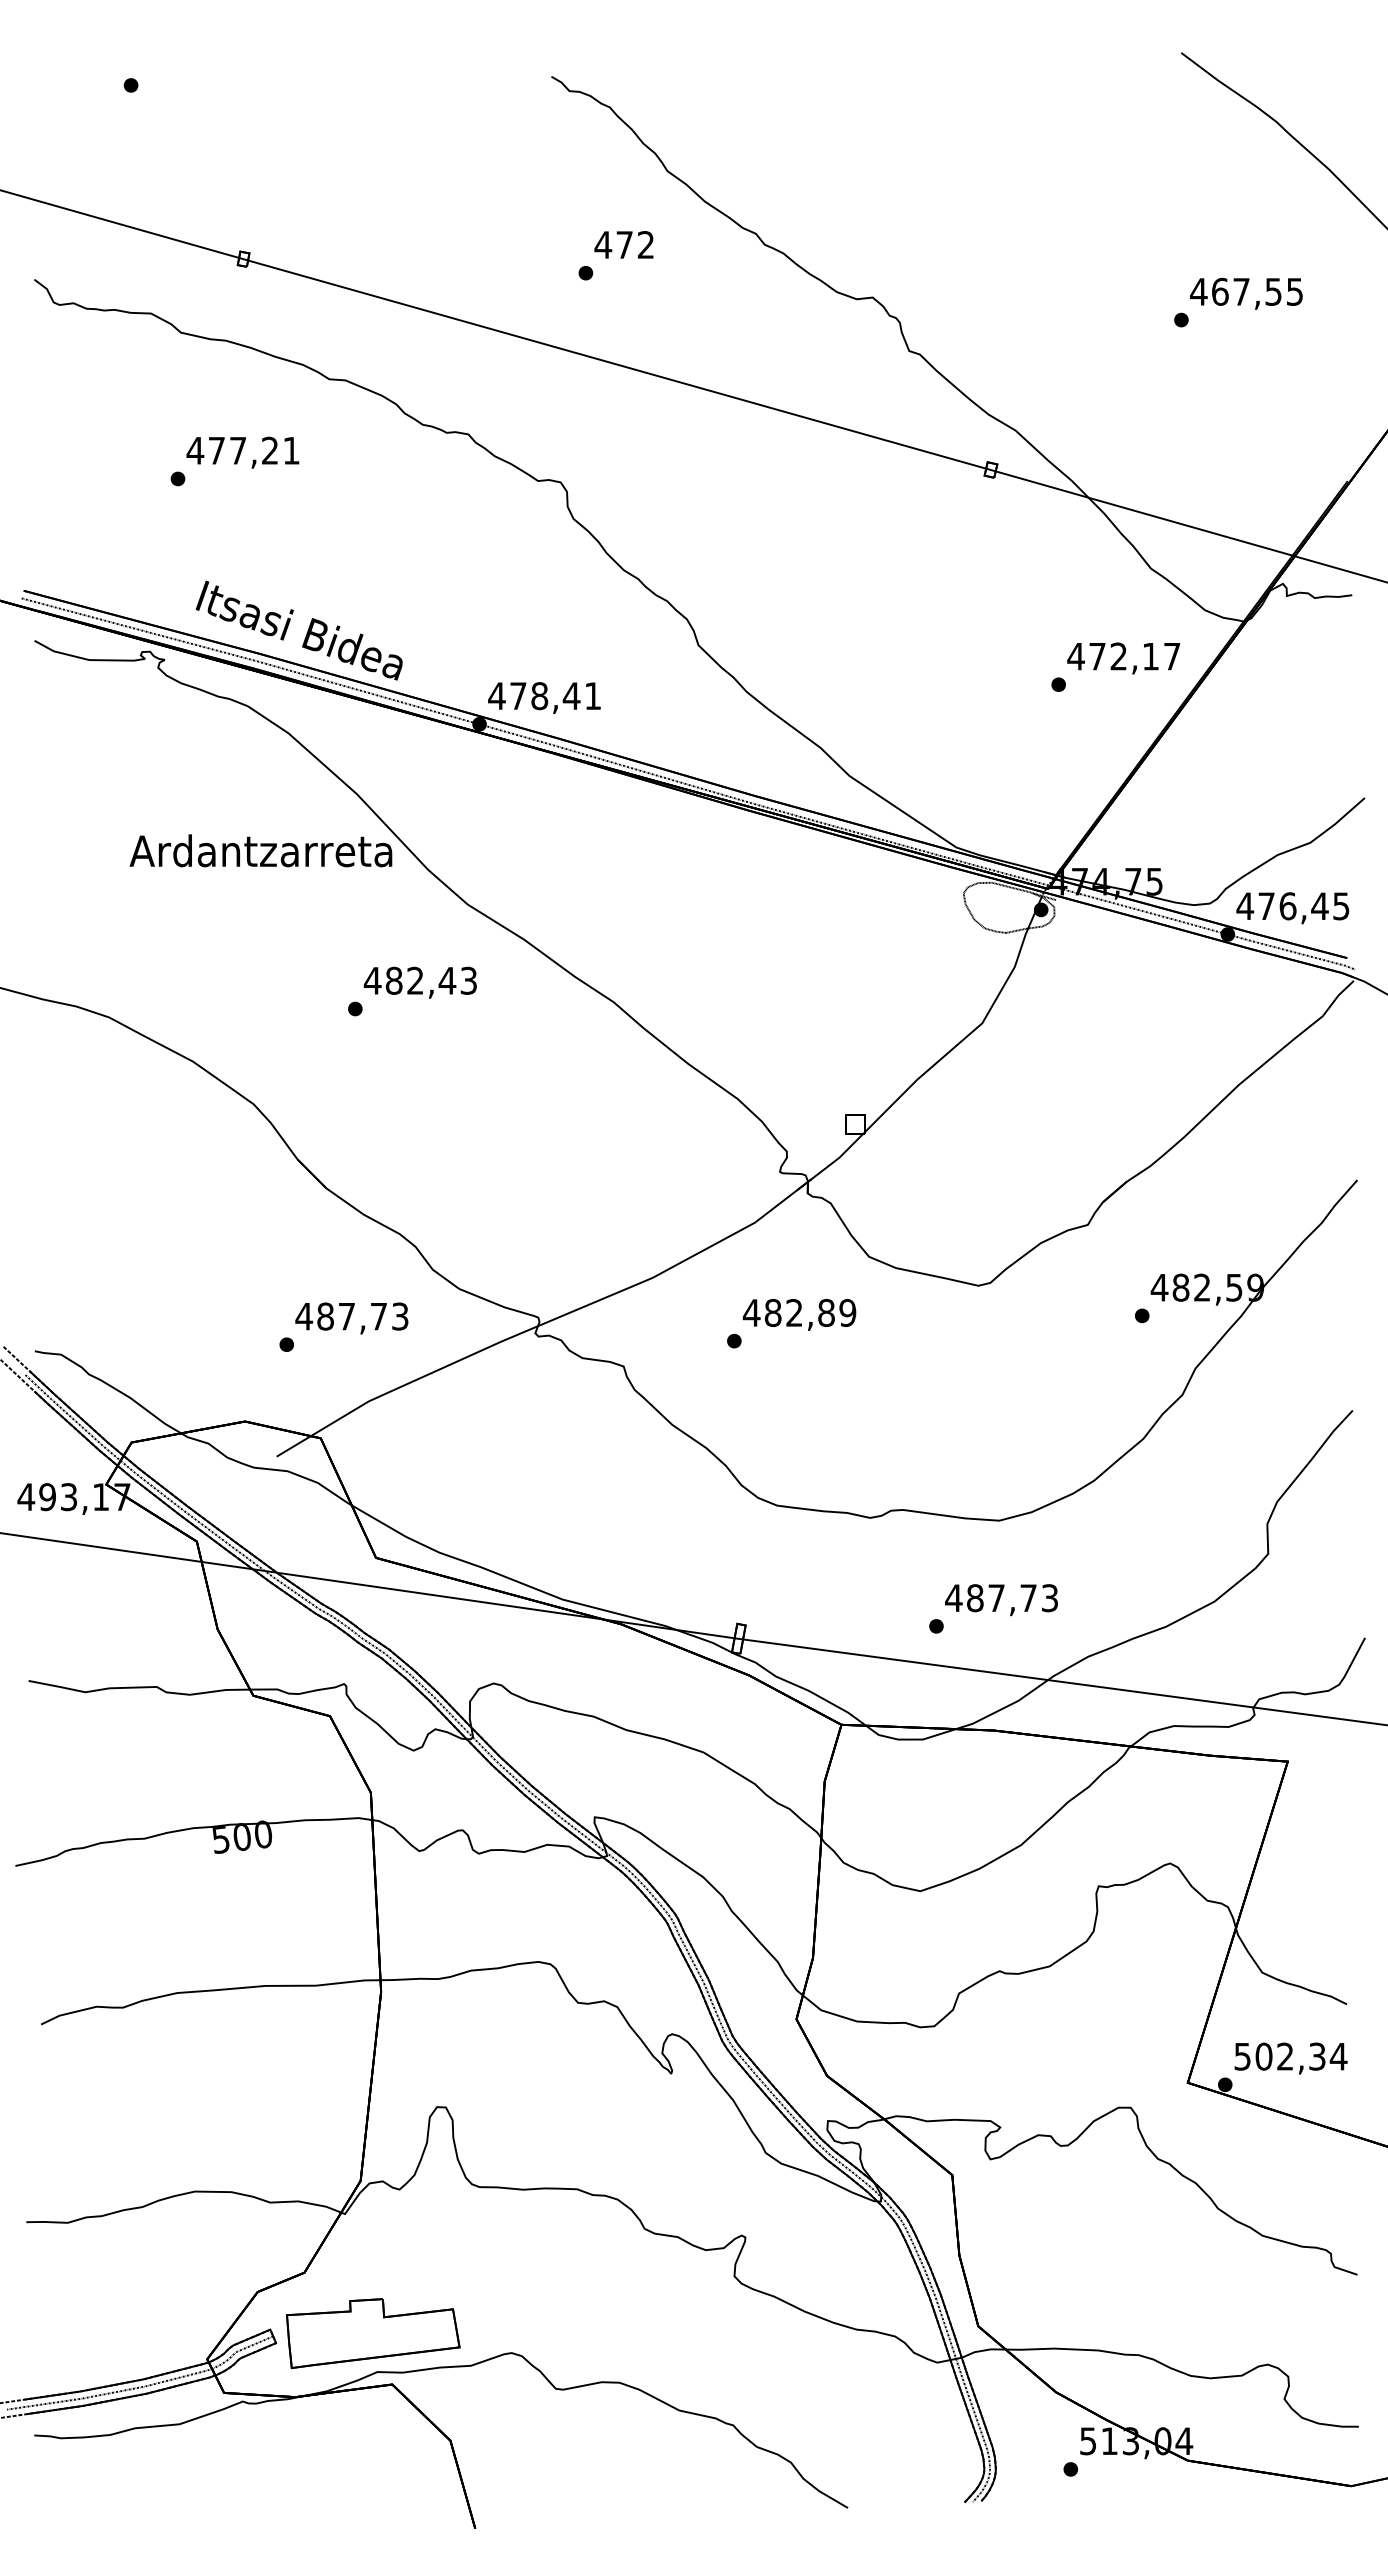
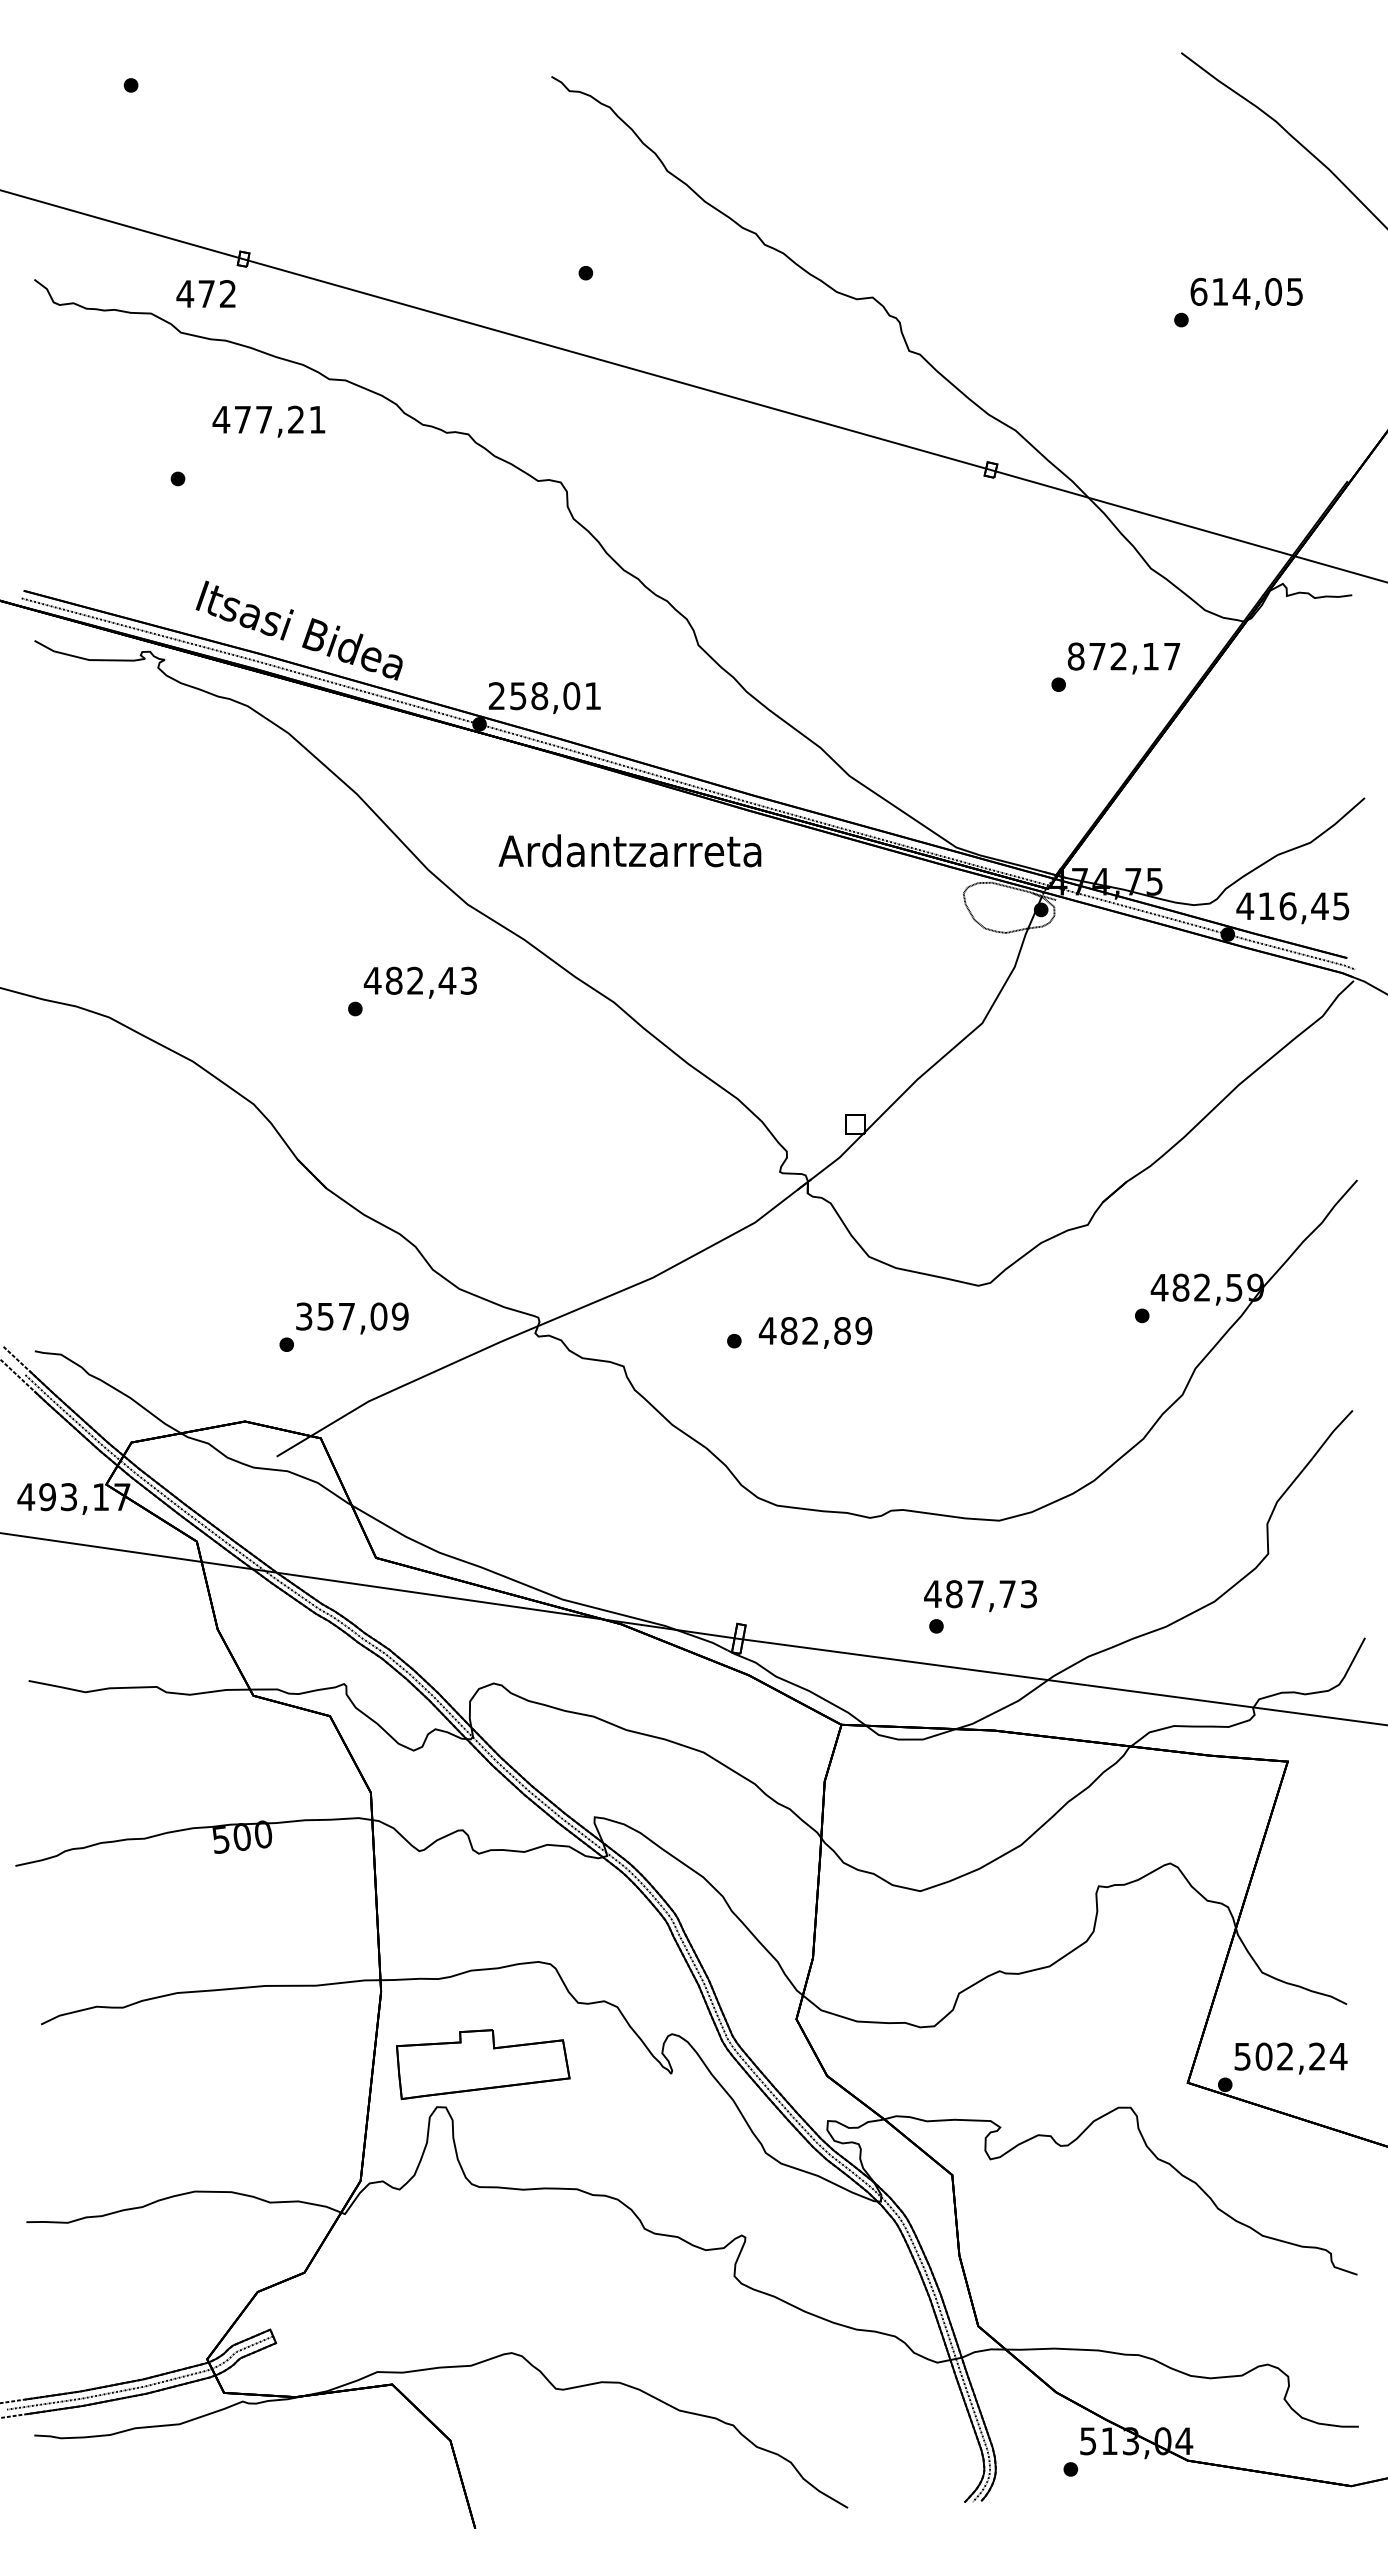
text at (623, 244) position: (623, 244) -> (205, 293)
text at (1236, 291): 467,55 -> 614,05
text at (242, 452) position: (242, 452) -> (268, 421)
text at (1075, 656): 472,17 -> 872,17
text at (534, 696): 478,41 -> 258,01
text at (260, 850) position: (260, 850) -> (629, 850)
text at (1266, 905): 476,45 -> 416,45
text at (799, 1314) position: (799, 1314) -> (815, 1332)
text at (351, 1316): 487,73 -> 357,09
text at (1001, 1600) position: (1001, 1600) -> (980, 1596)
text at (1317, 2056): 502,34 -> 502,24
part at (373, 2333) position: (373, 2333) -> (483, 2064)
